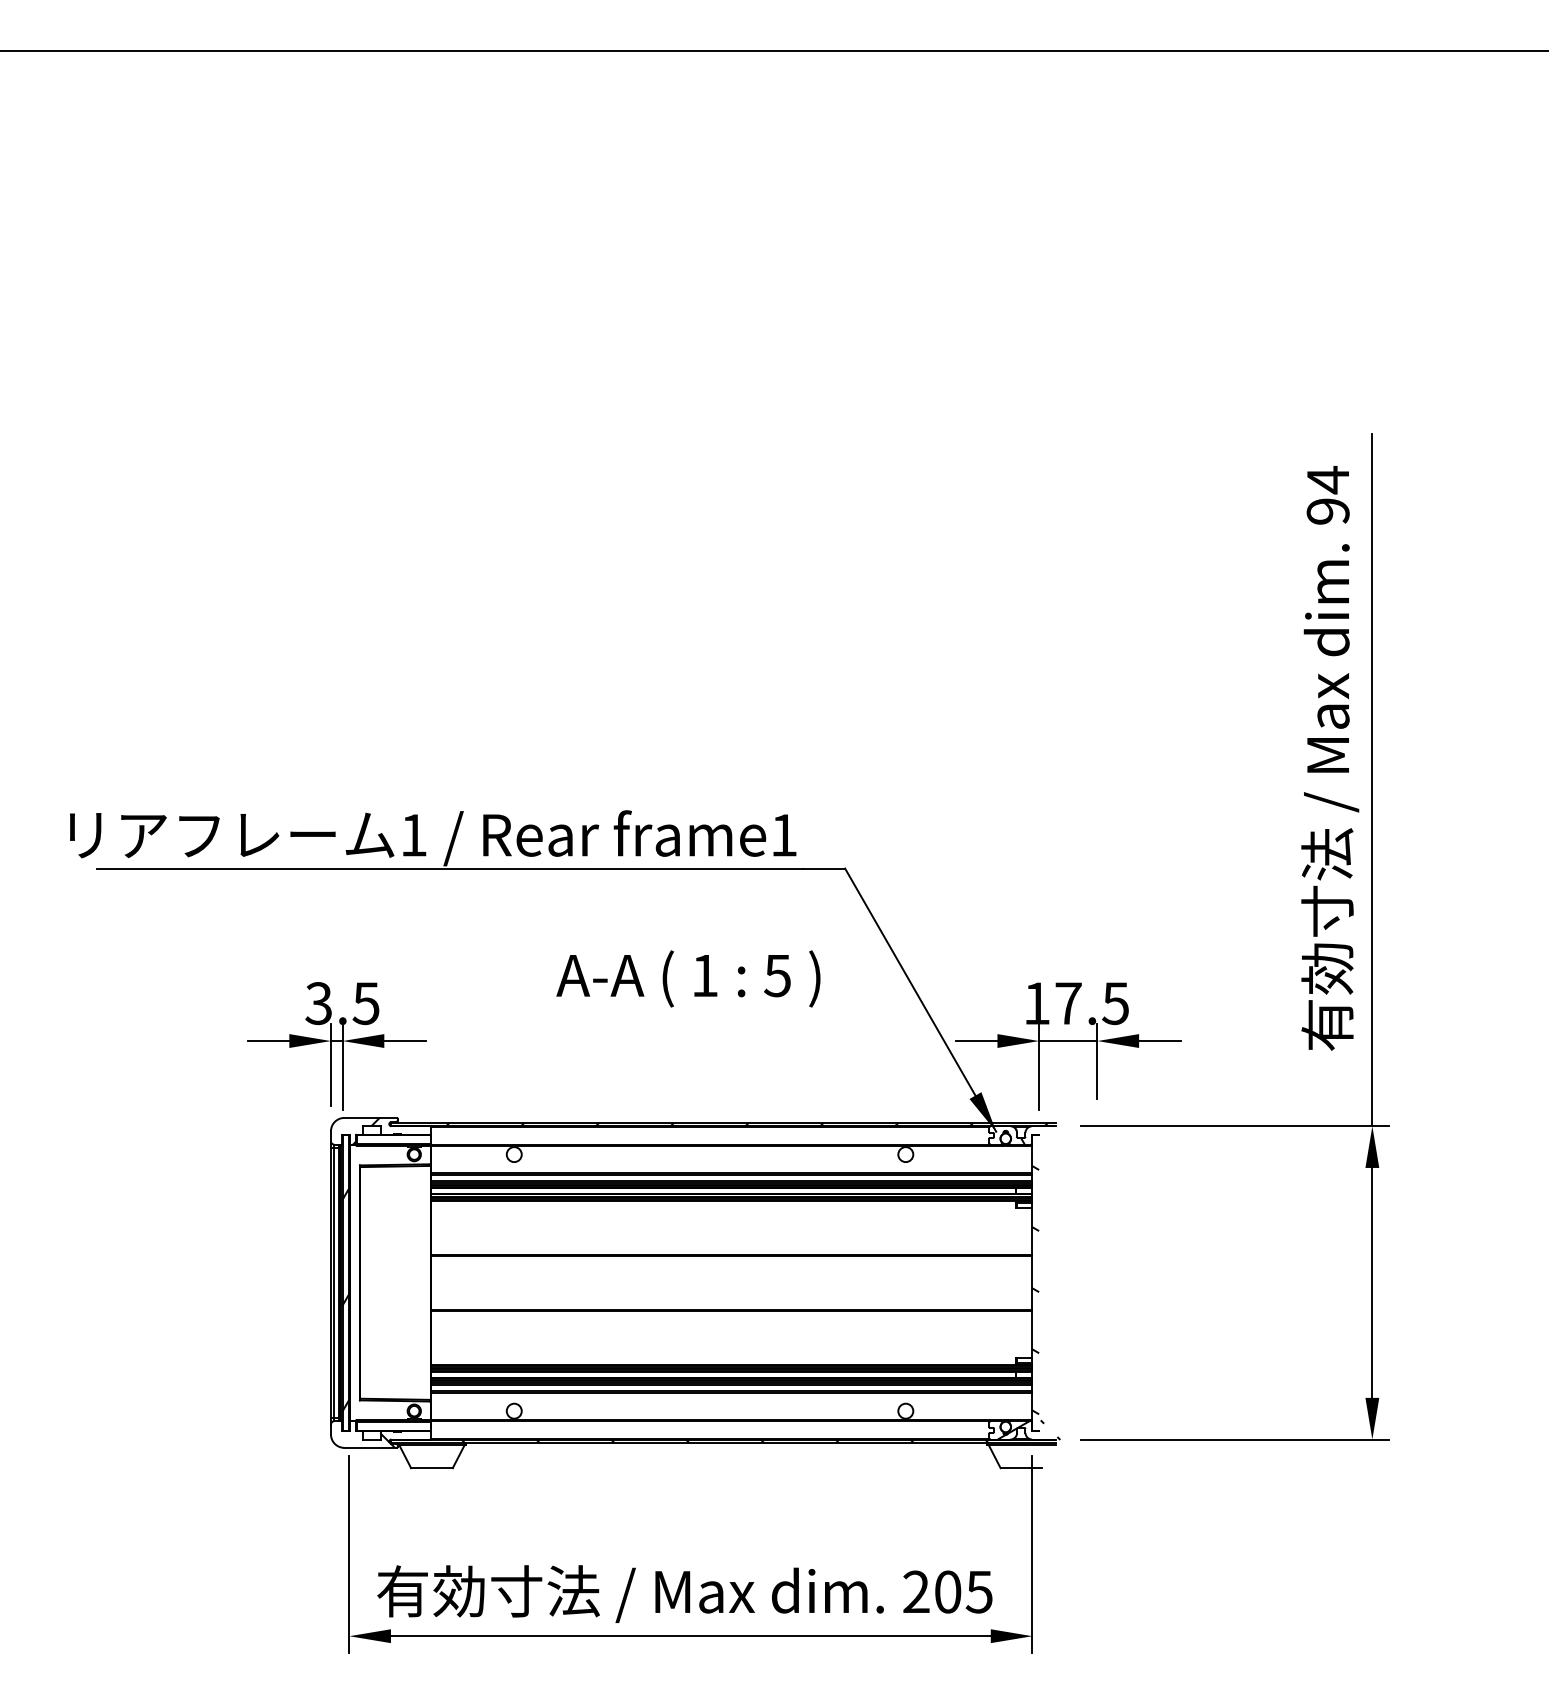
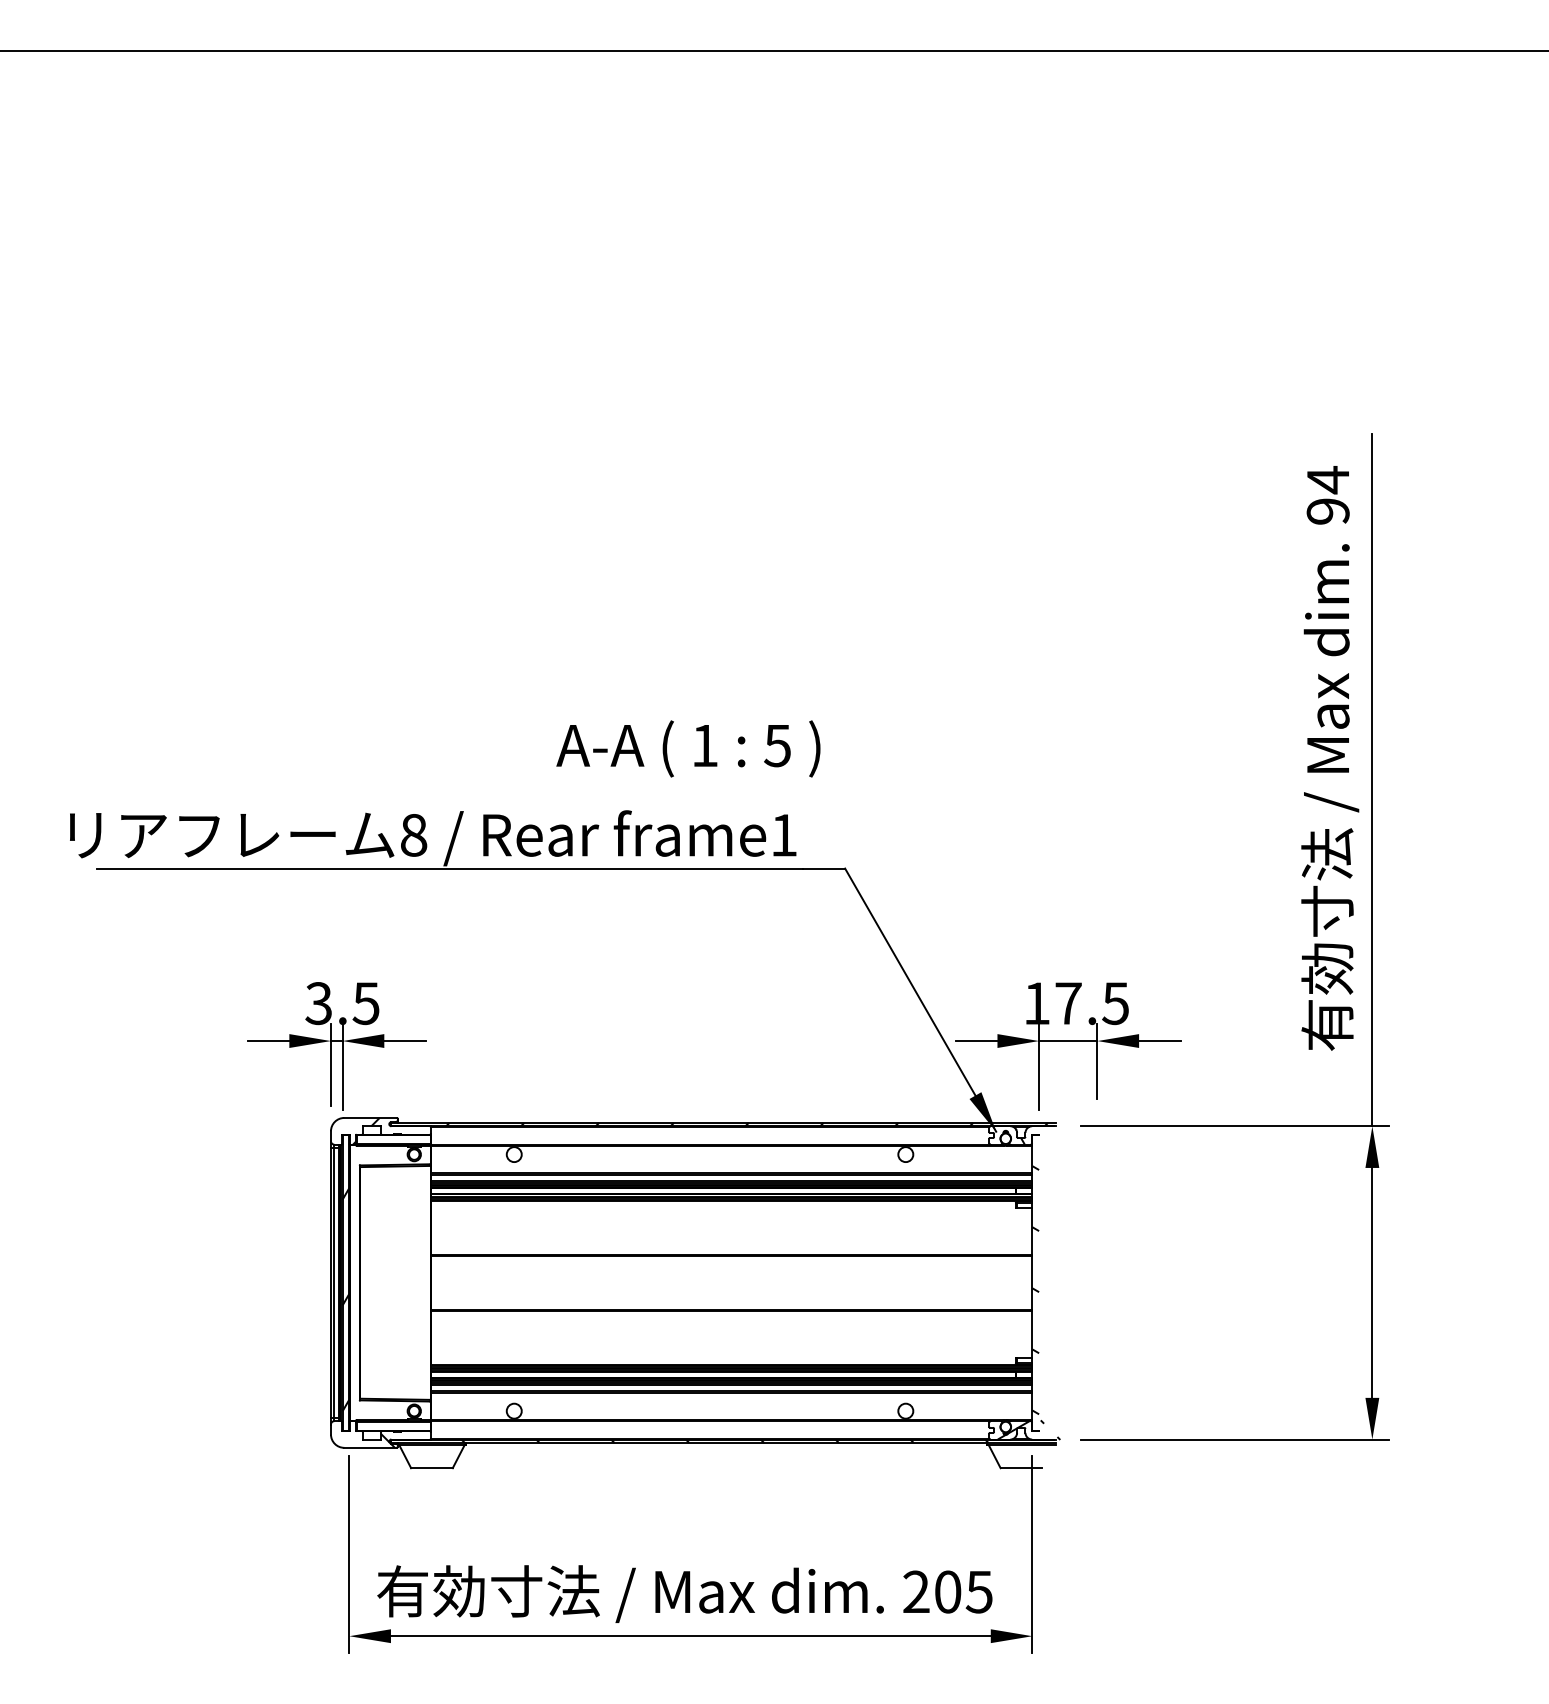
text at (414, 835): 1 -> 8
text at (688, 978) position: (688, 978) -> (688, 748)
